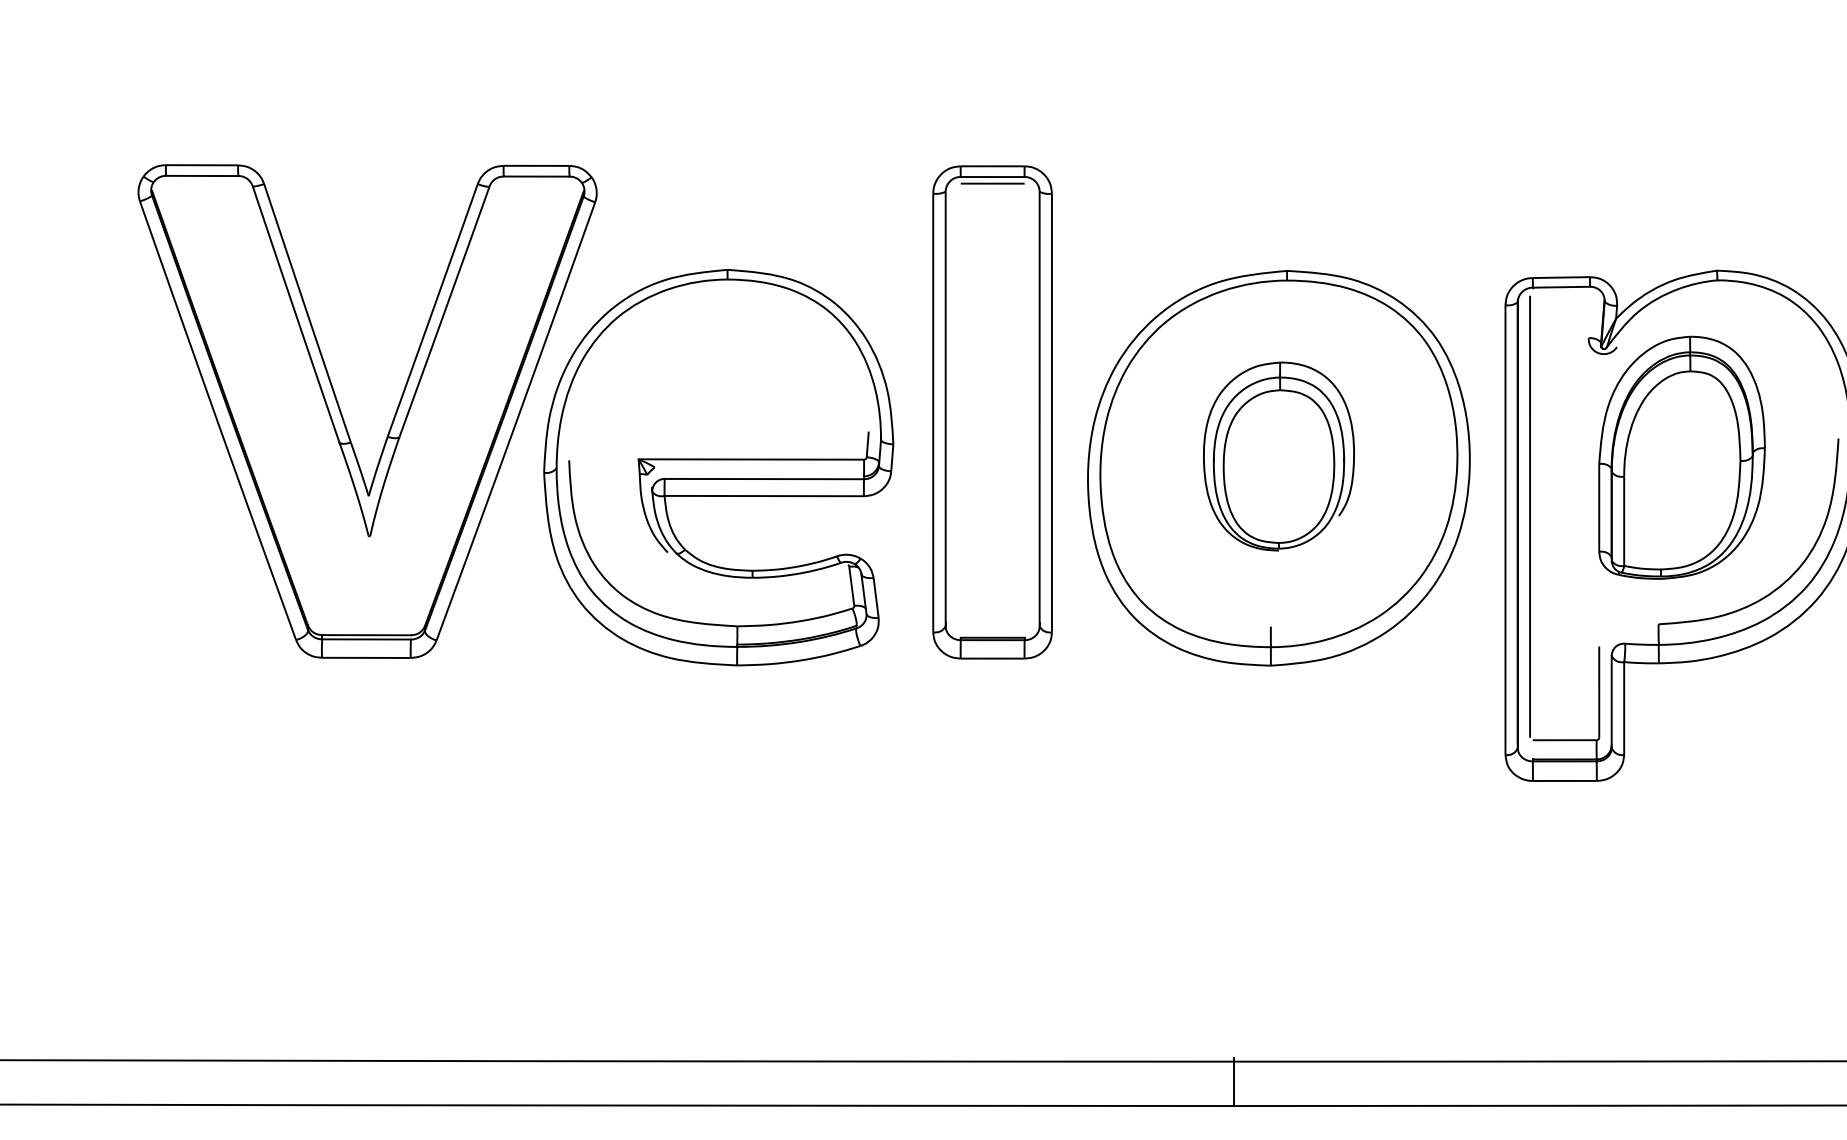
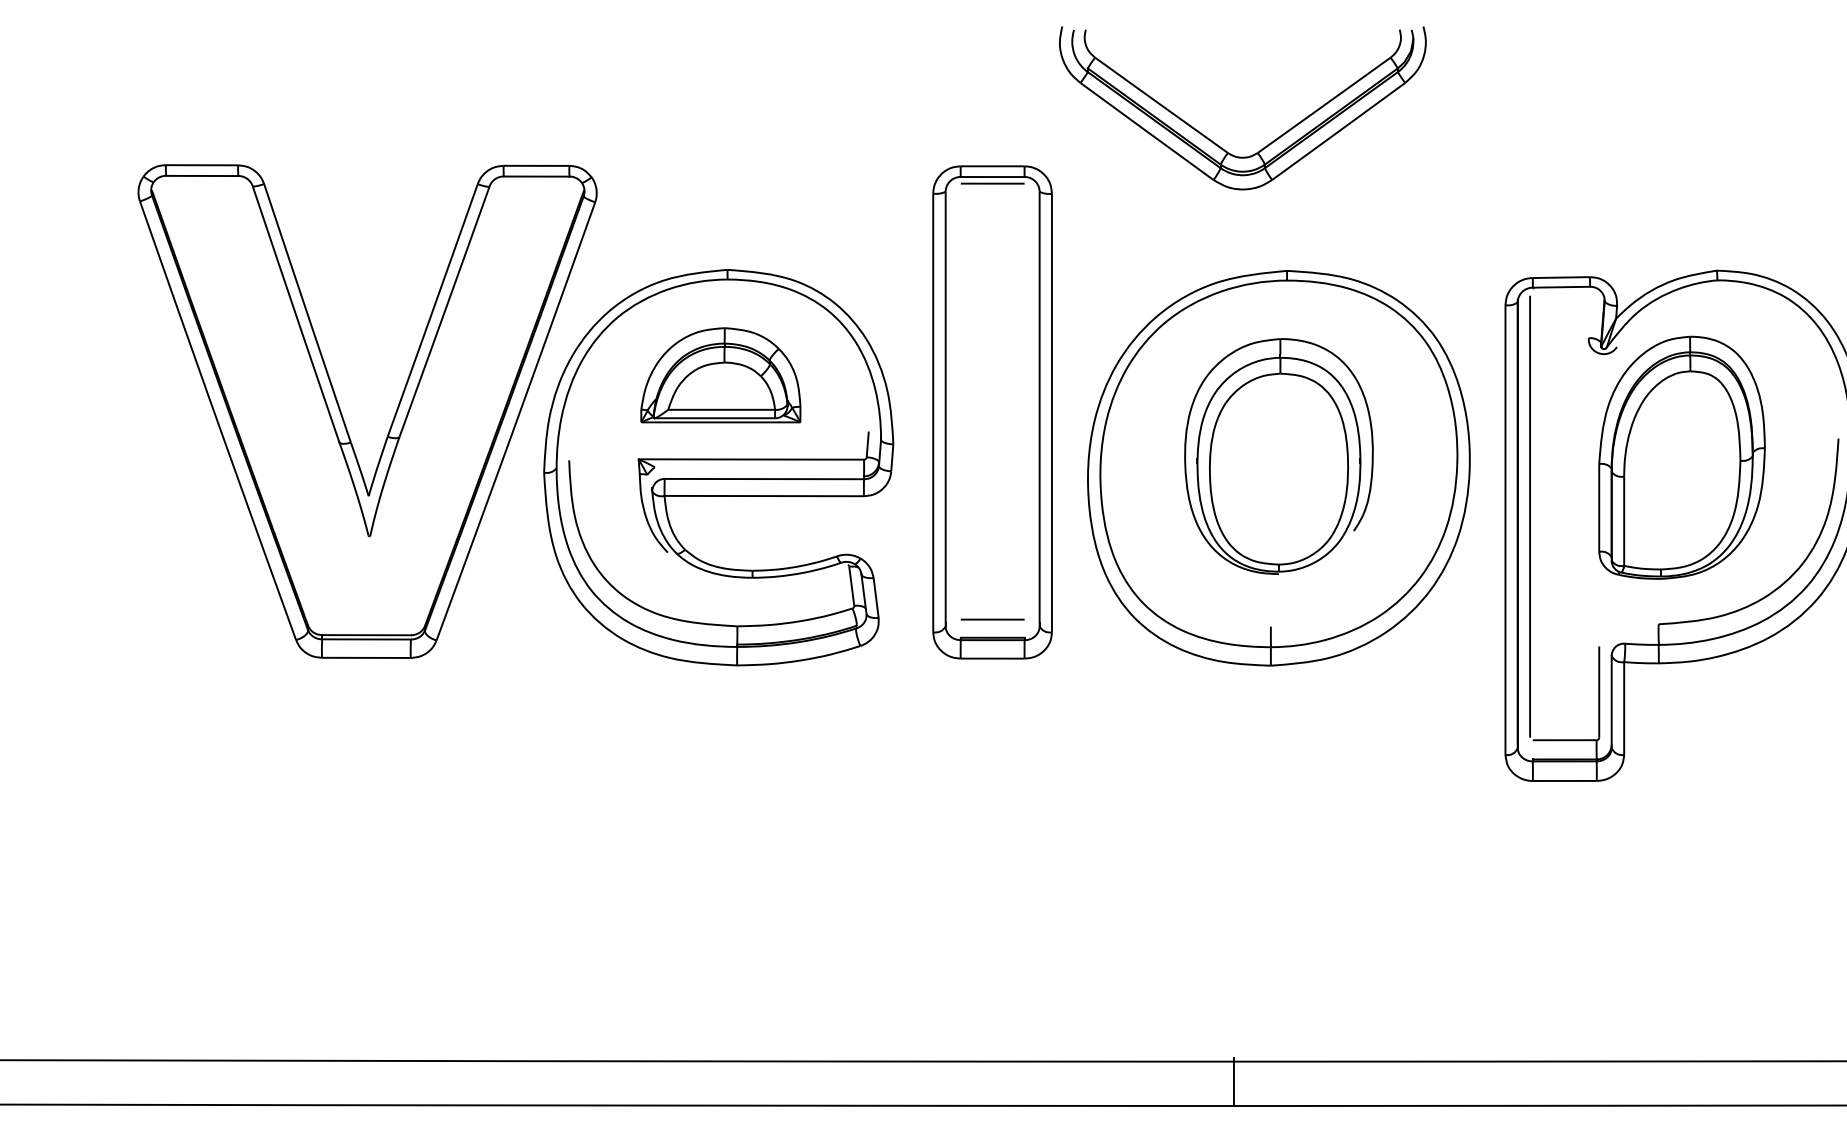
part at (1215, 142): none -> present
part at (720, 375): none -> present
part at (1278, 456) size: 152x191 px -> 190x237 px
line at (992, 619): none -> present
